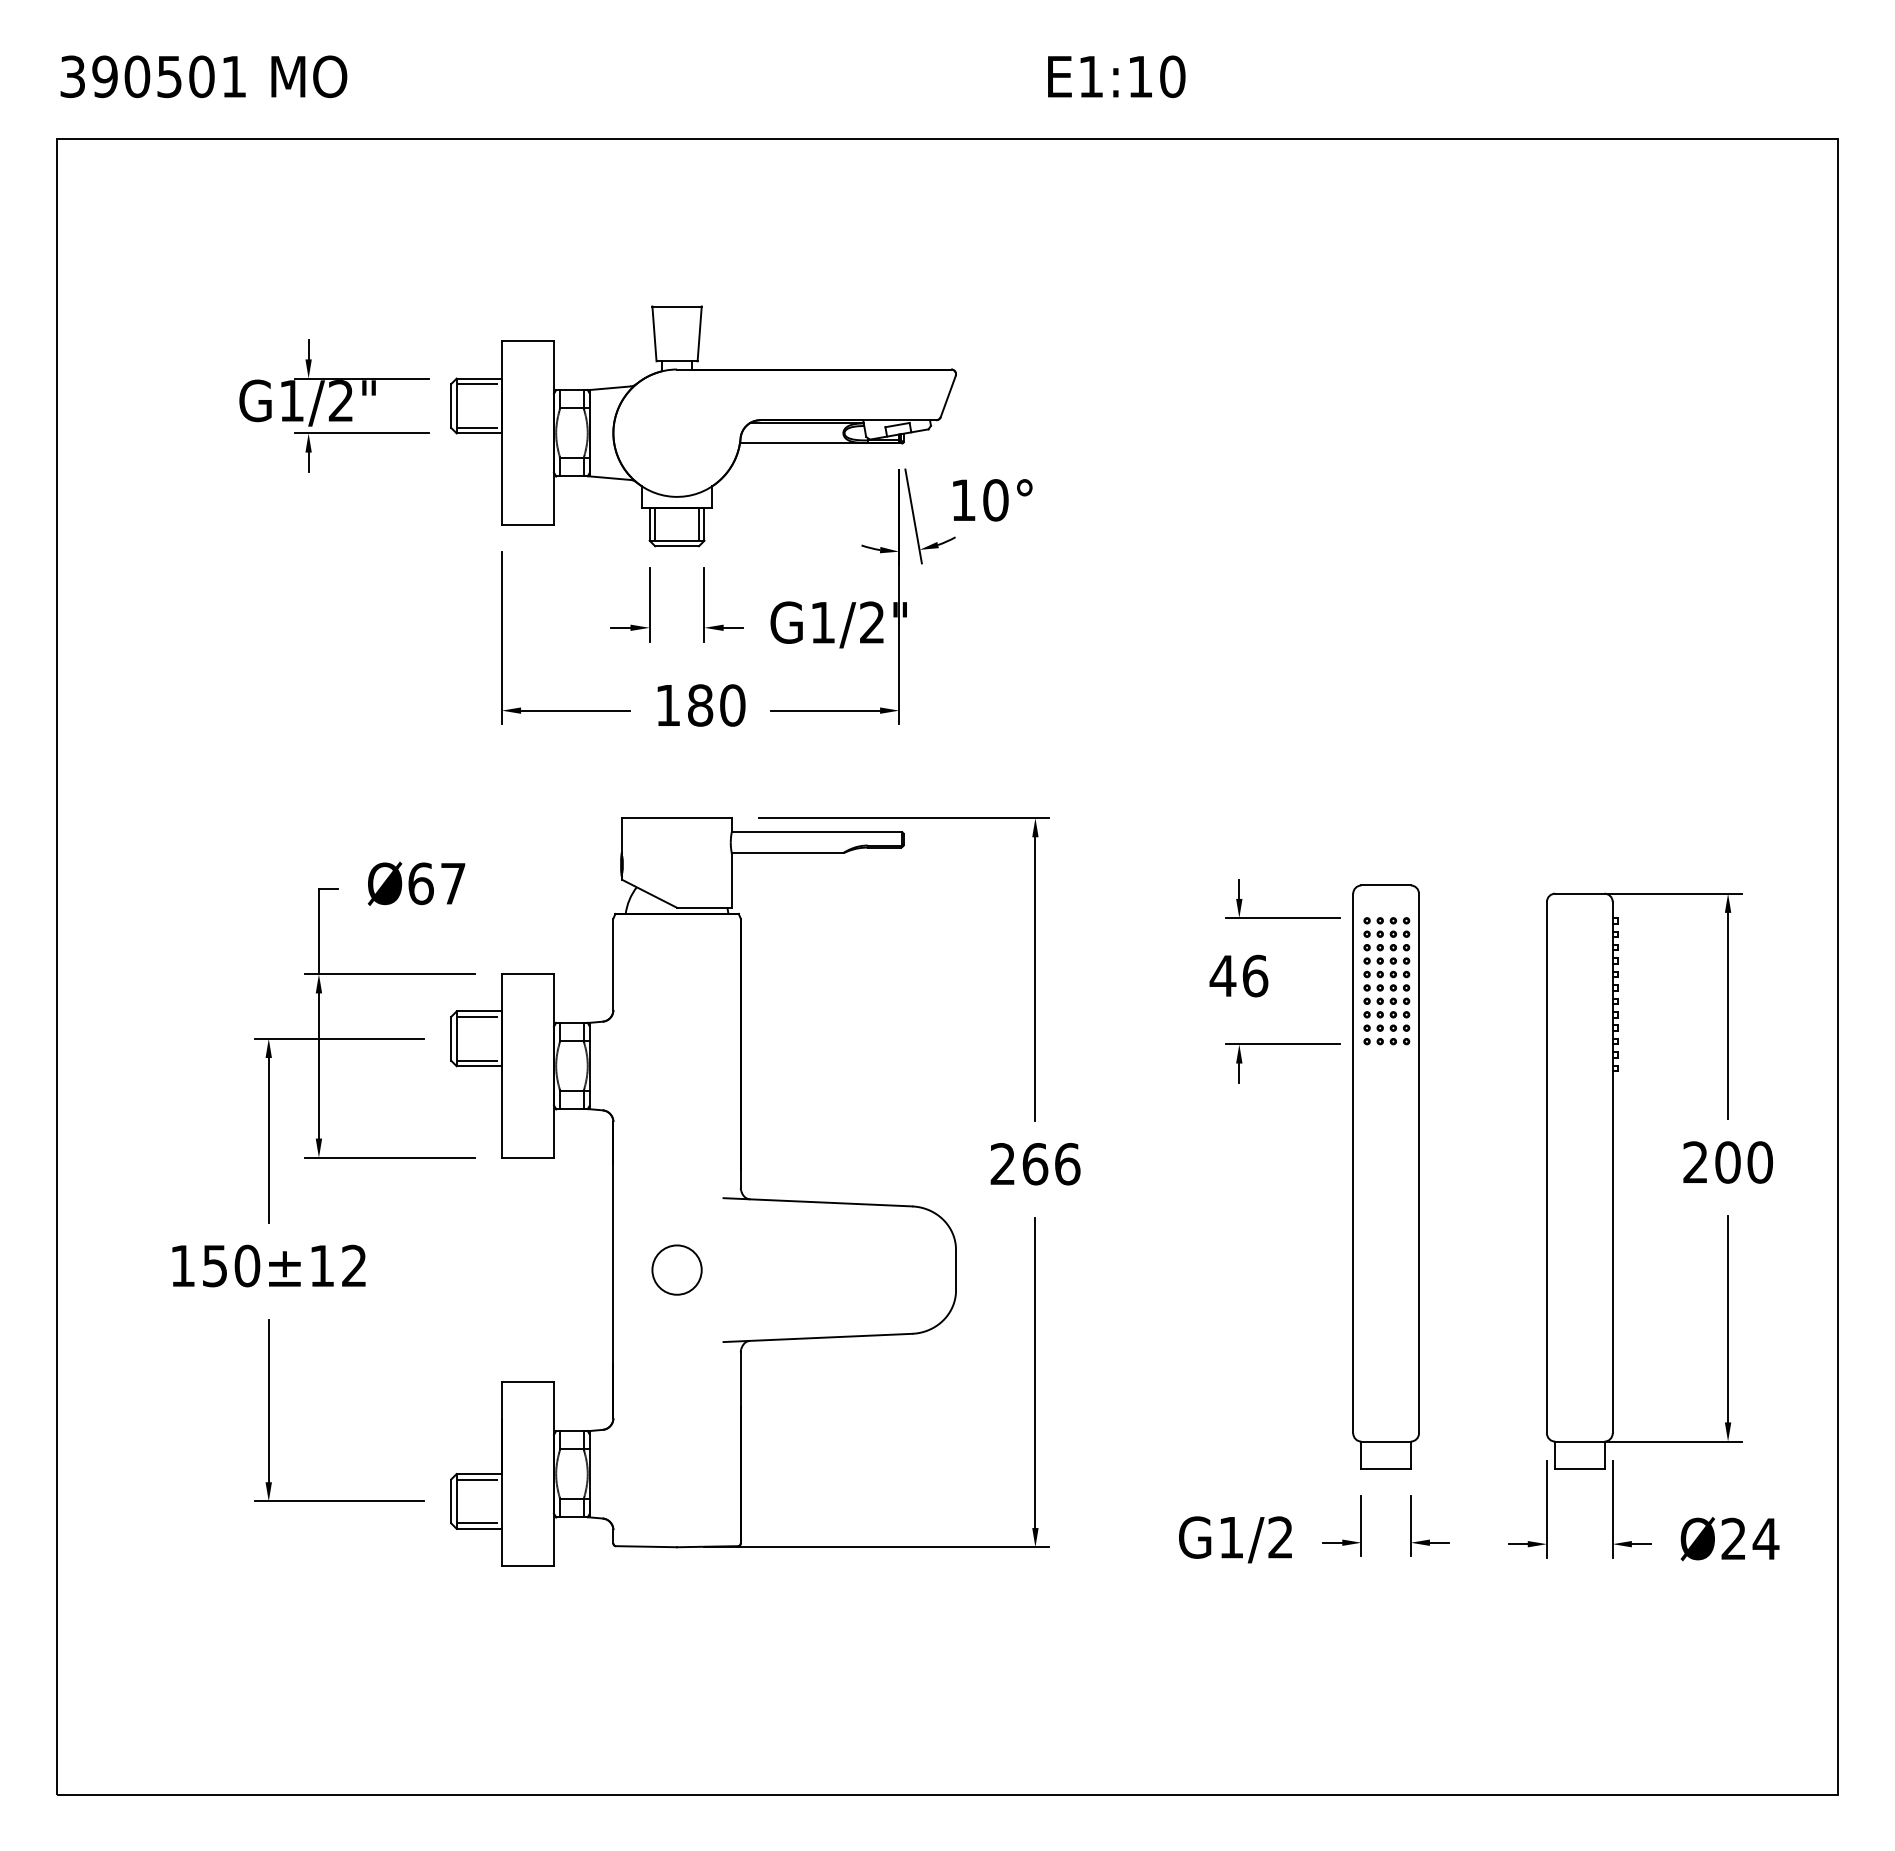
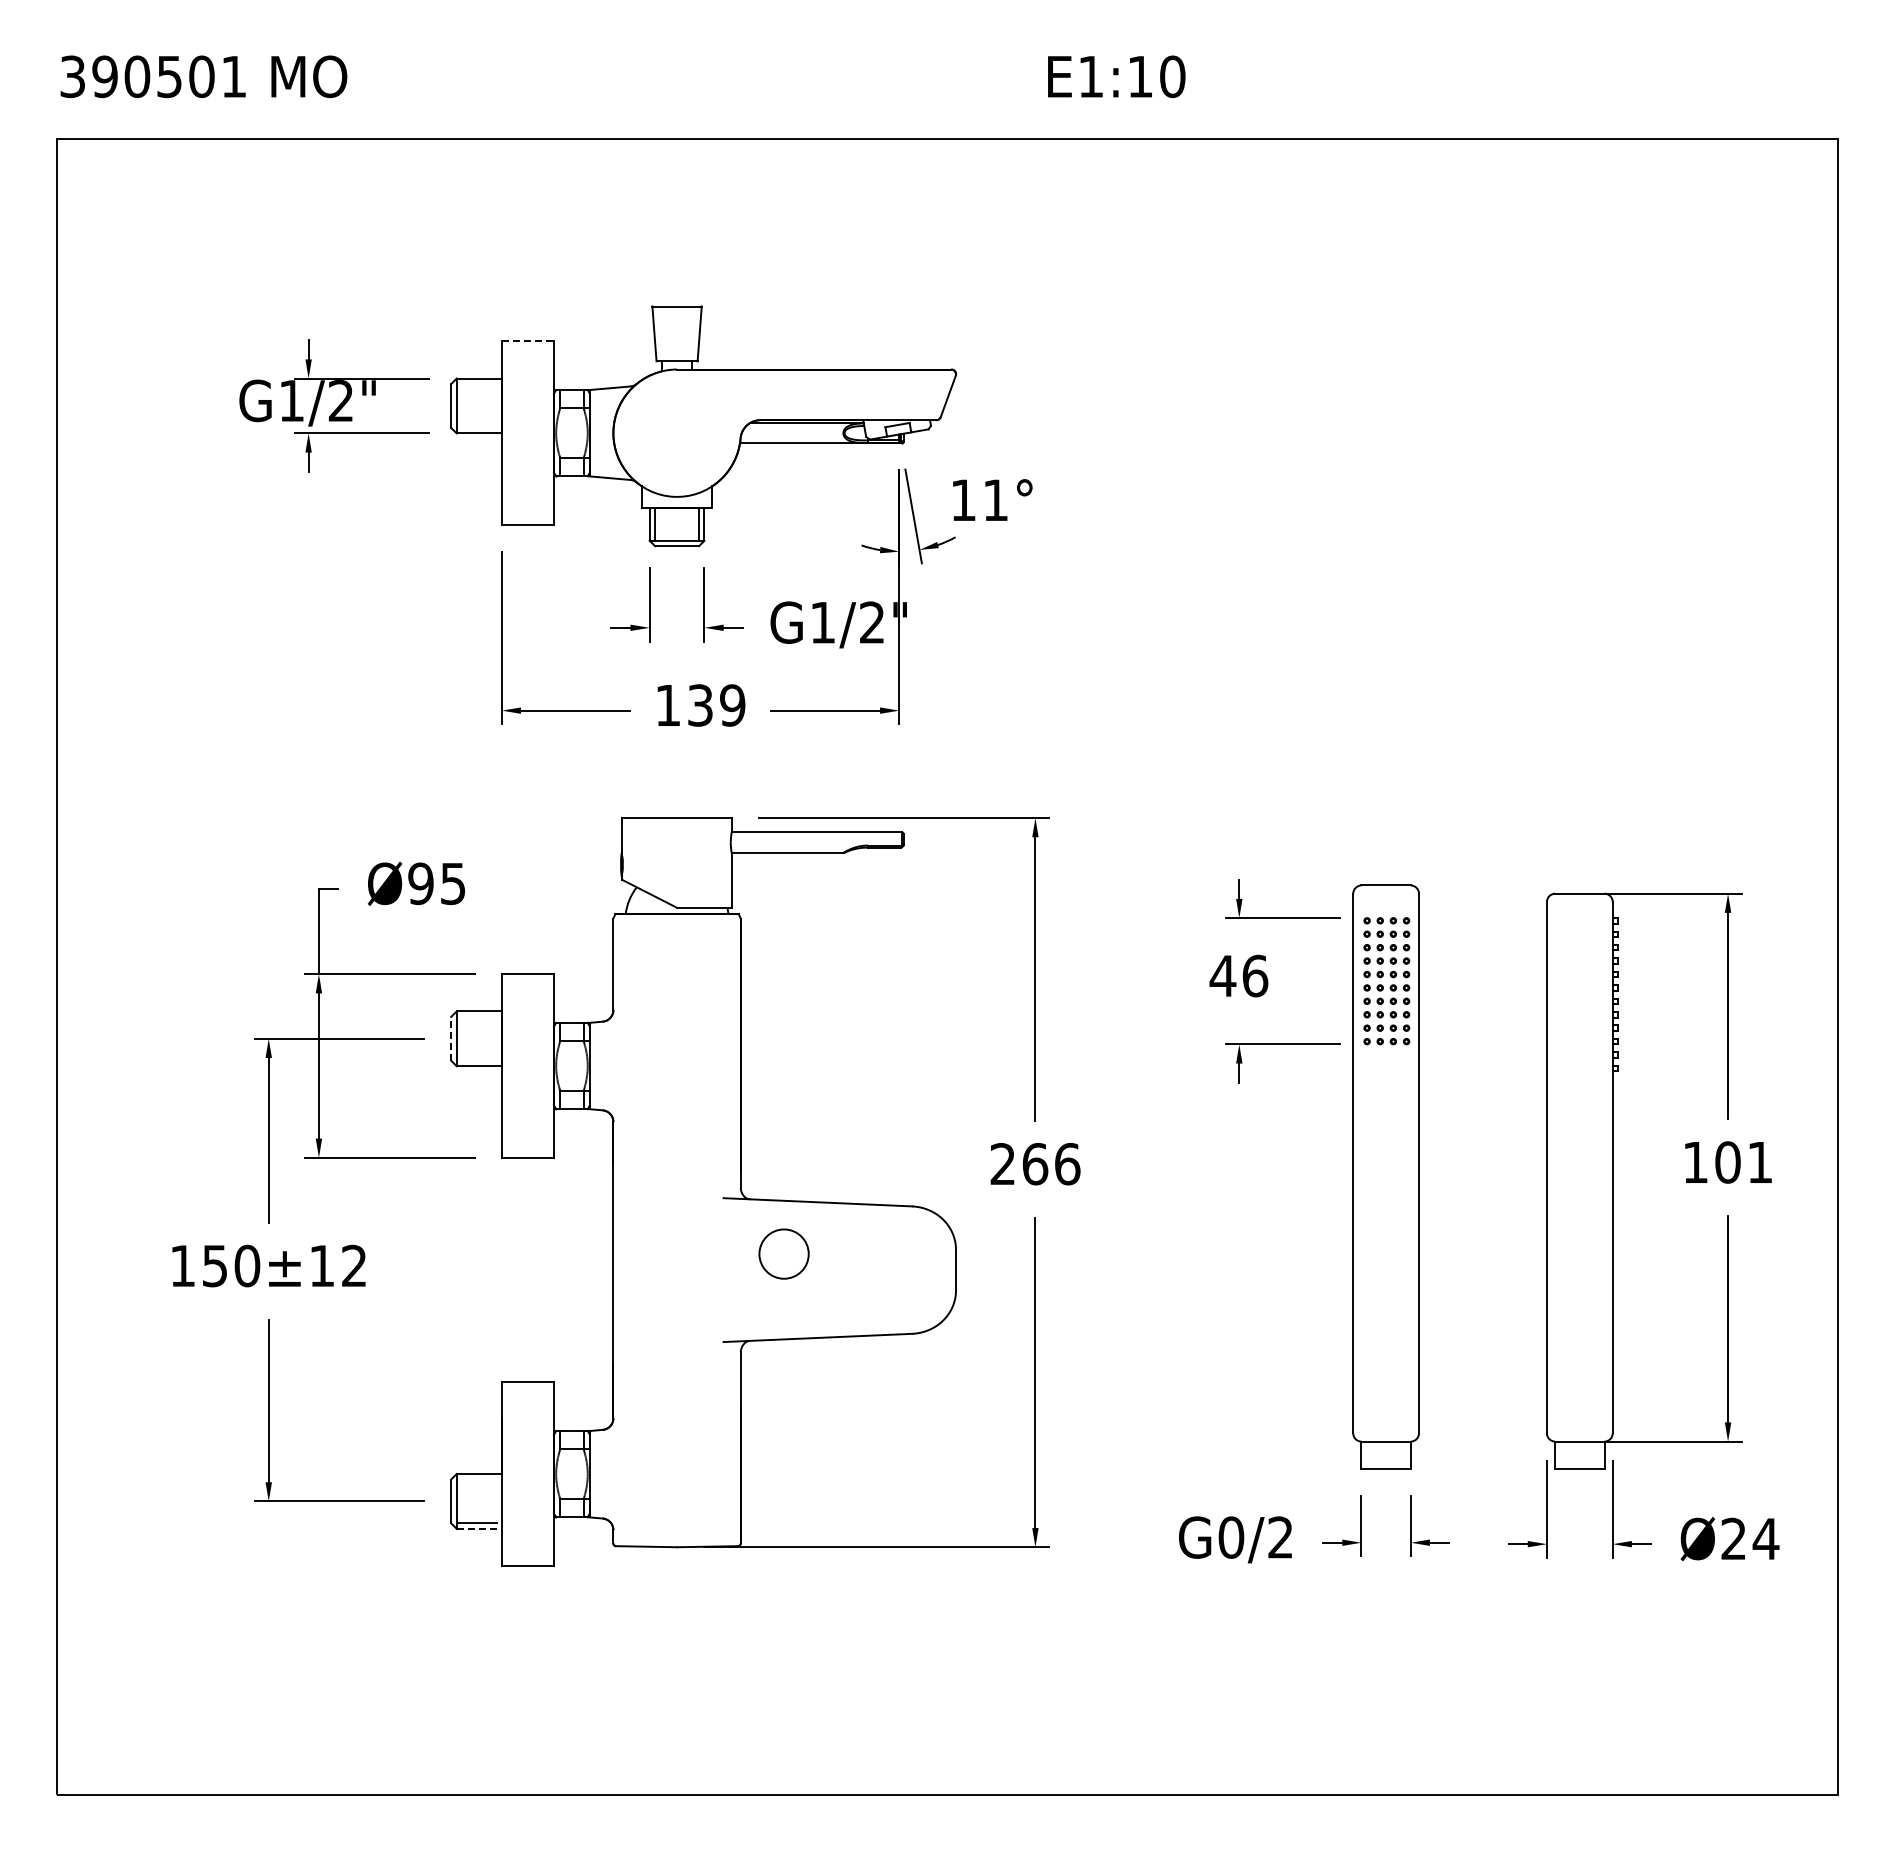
line at (528, 341): solid -> dashed
line at (478, 384): present -> none
line at (478, 427): present -> none
text at (995, 500): 10° -> 11°
text at (716, 705): 180 -> 139
text at (436, 883): Ø67 -> Ø95
line at (478, 1016): present -> none
line at (451, 1038): solid -> dashed
line at (478, 1060): present -> none
text at (1728, 1162): 200 -> 101
circle at (676, 1269) position: (676, 1269) -> (783, 1253)
line at (478, 1479): present -> none
line at (479, 1528): solid -> dashed
text at (1231, 1537): G1/2 -> G0/2
